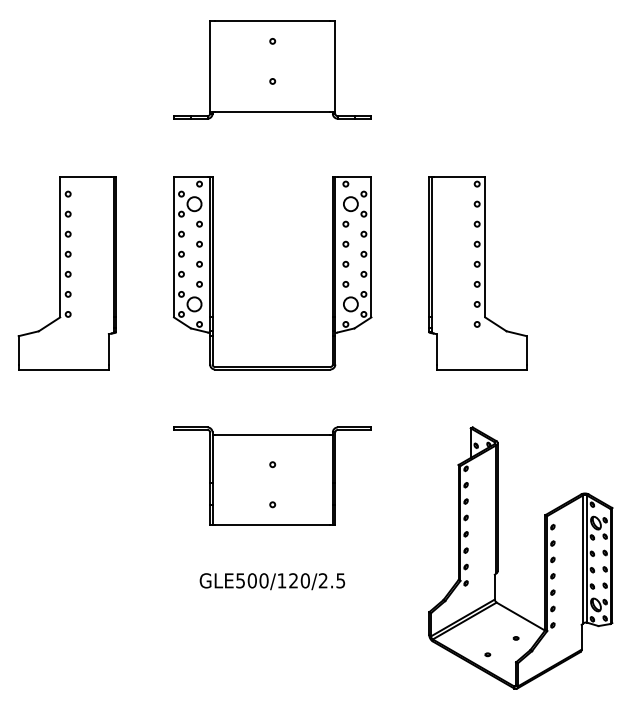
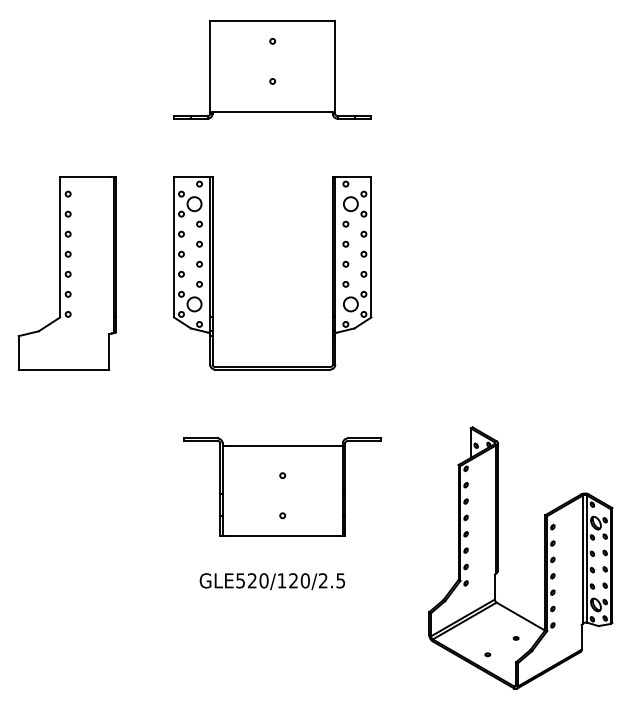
part at (477, 273): present -> none
part at (272, 475) position: (272, 475) -> (282, 486)
text at (251, 580): GLE500/120/2.5 -> GLE520/120/2.5
